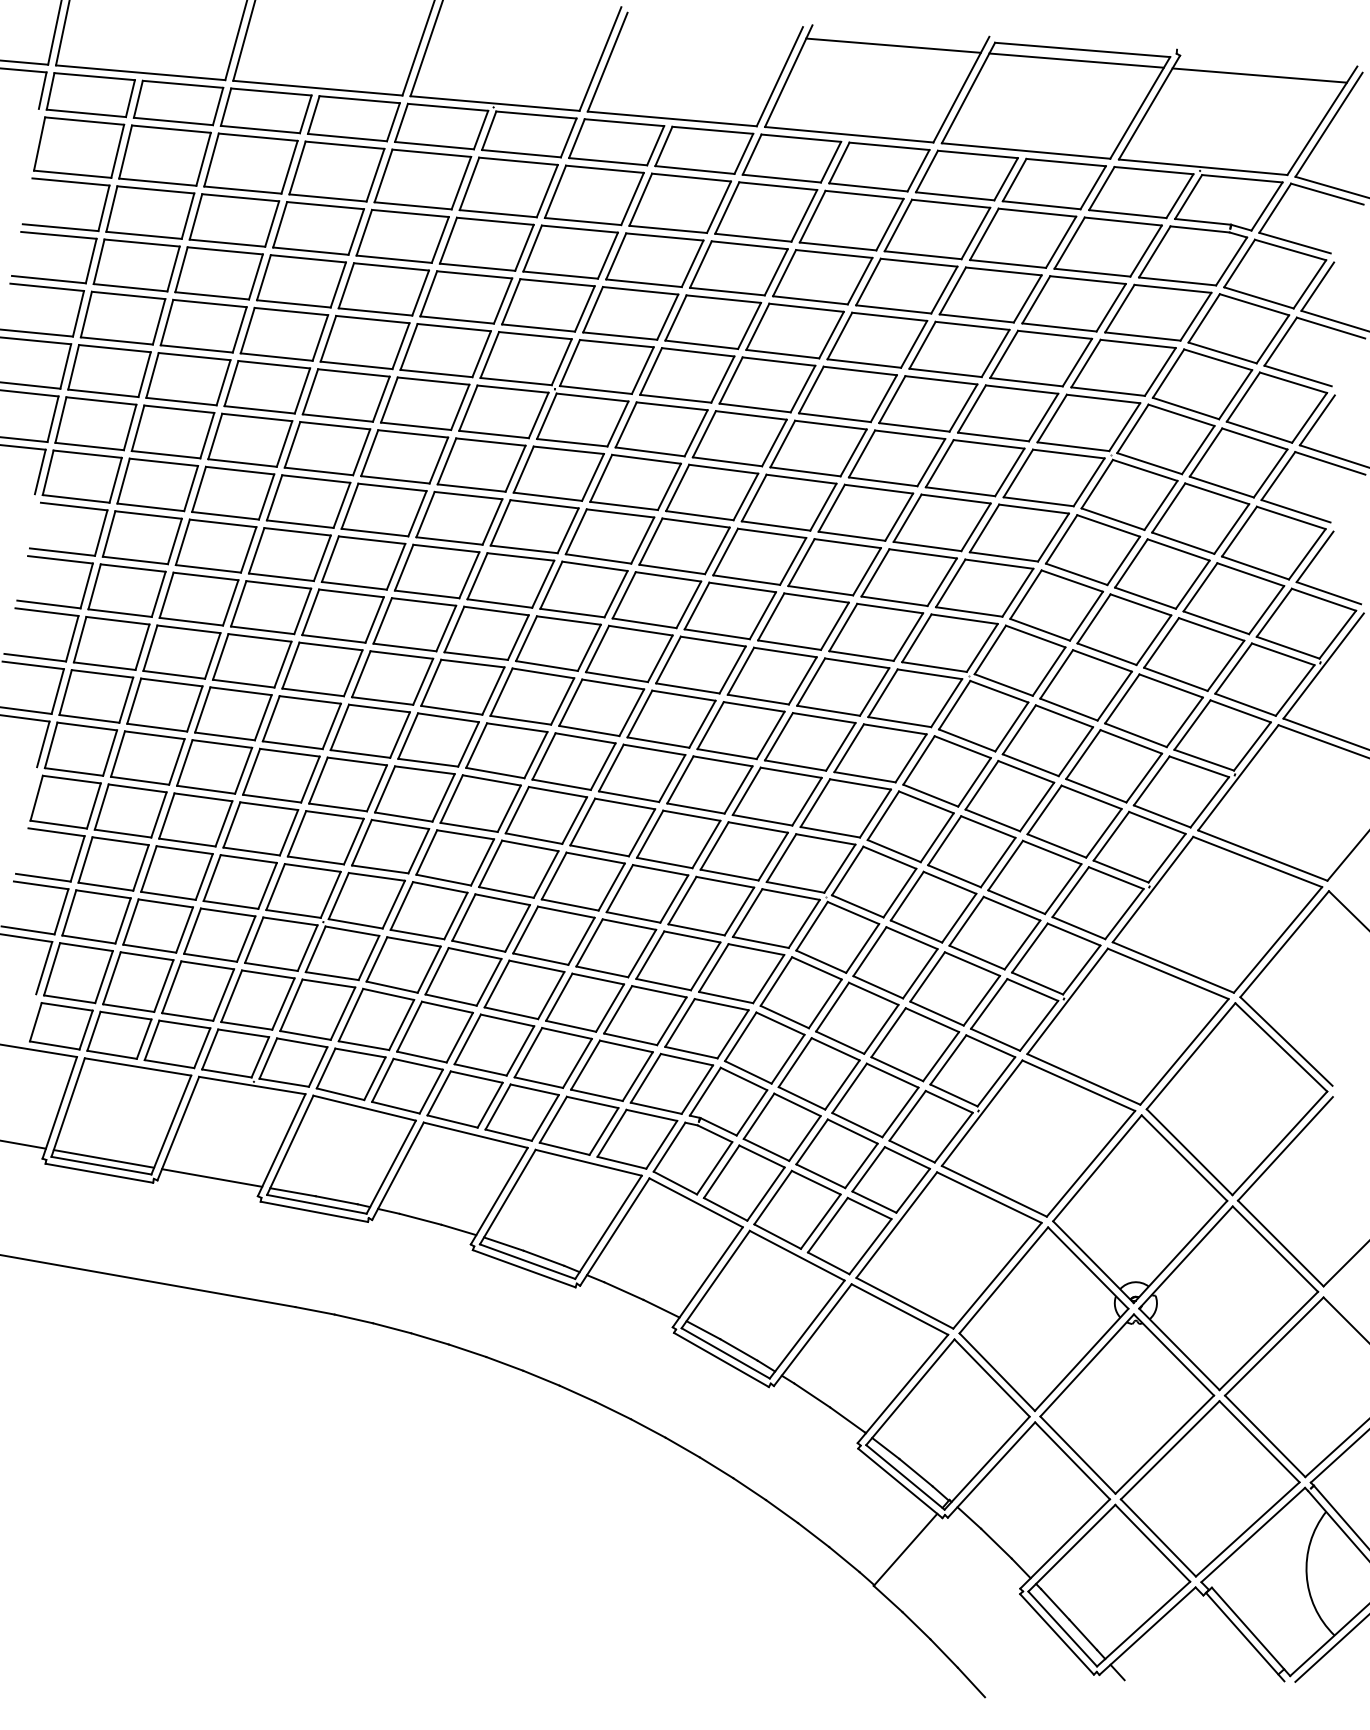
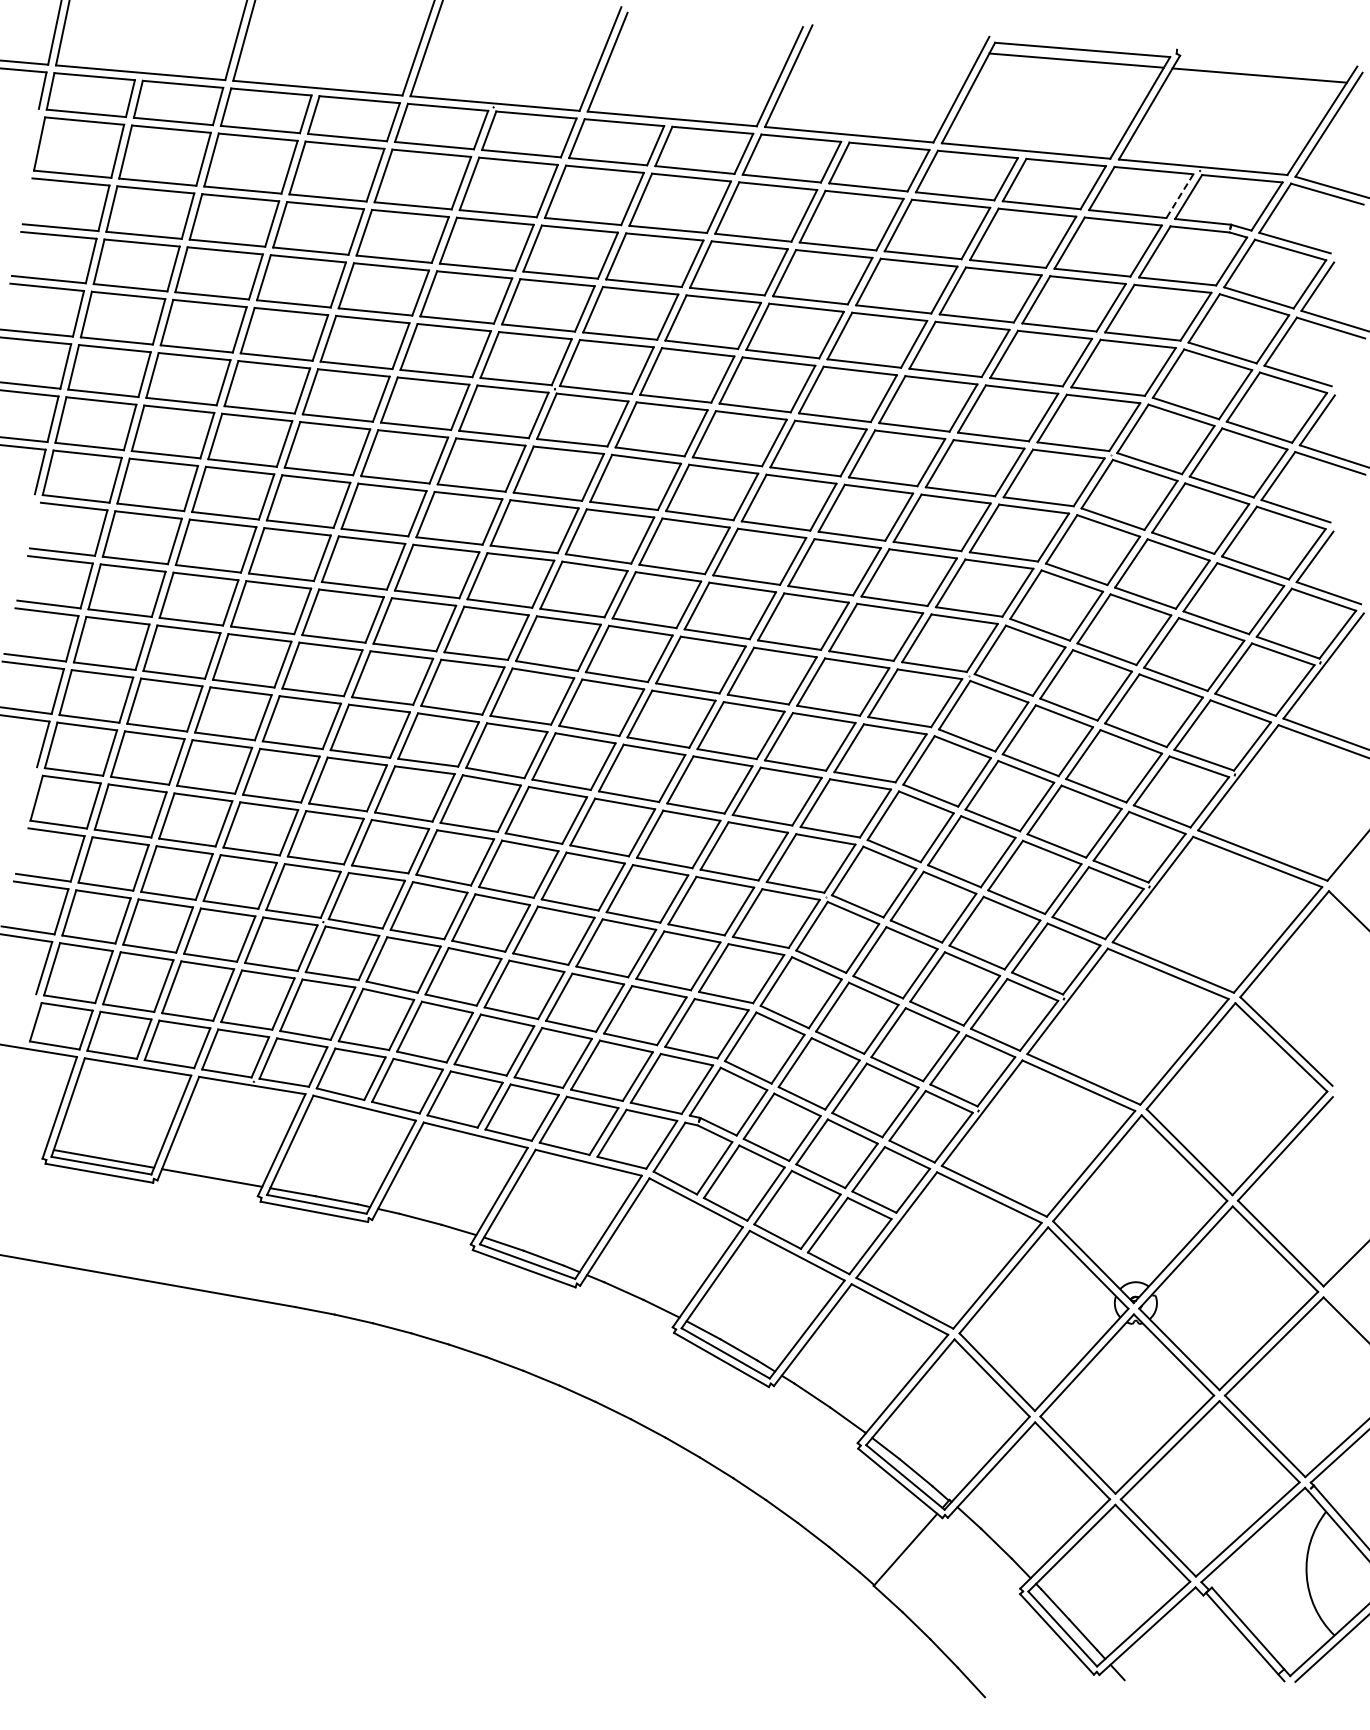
line at (893, 45): present -> none
line at (1179, 196): solid -> dashed
line at (23, 1144): present -> none
